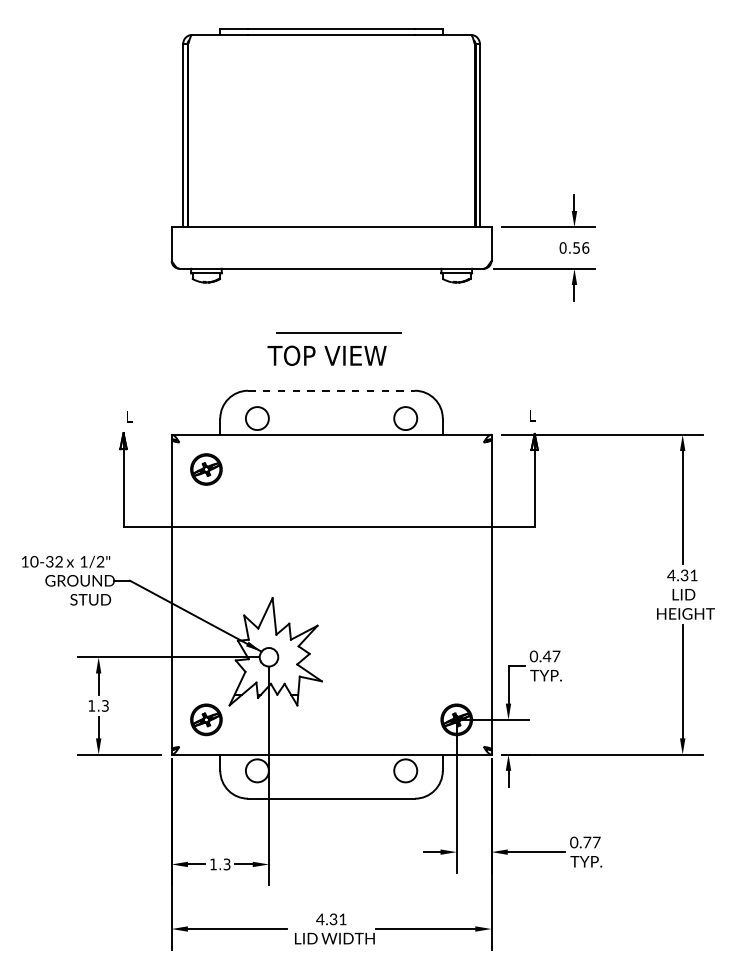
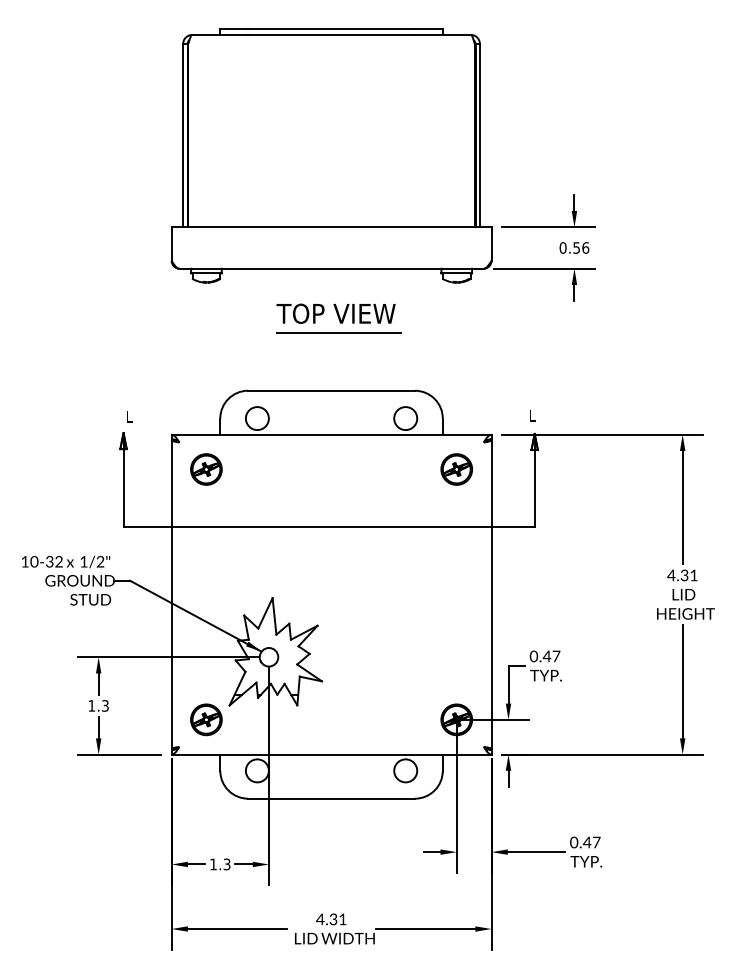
text at (326, 355) position: (326, 355) -> (335, 313)
line at (332, 390): dashed -> solid
part at (456, 469): none -> present
text at (587, 842): 0.77 -> 0.47
